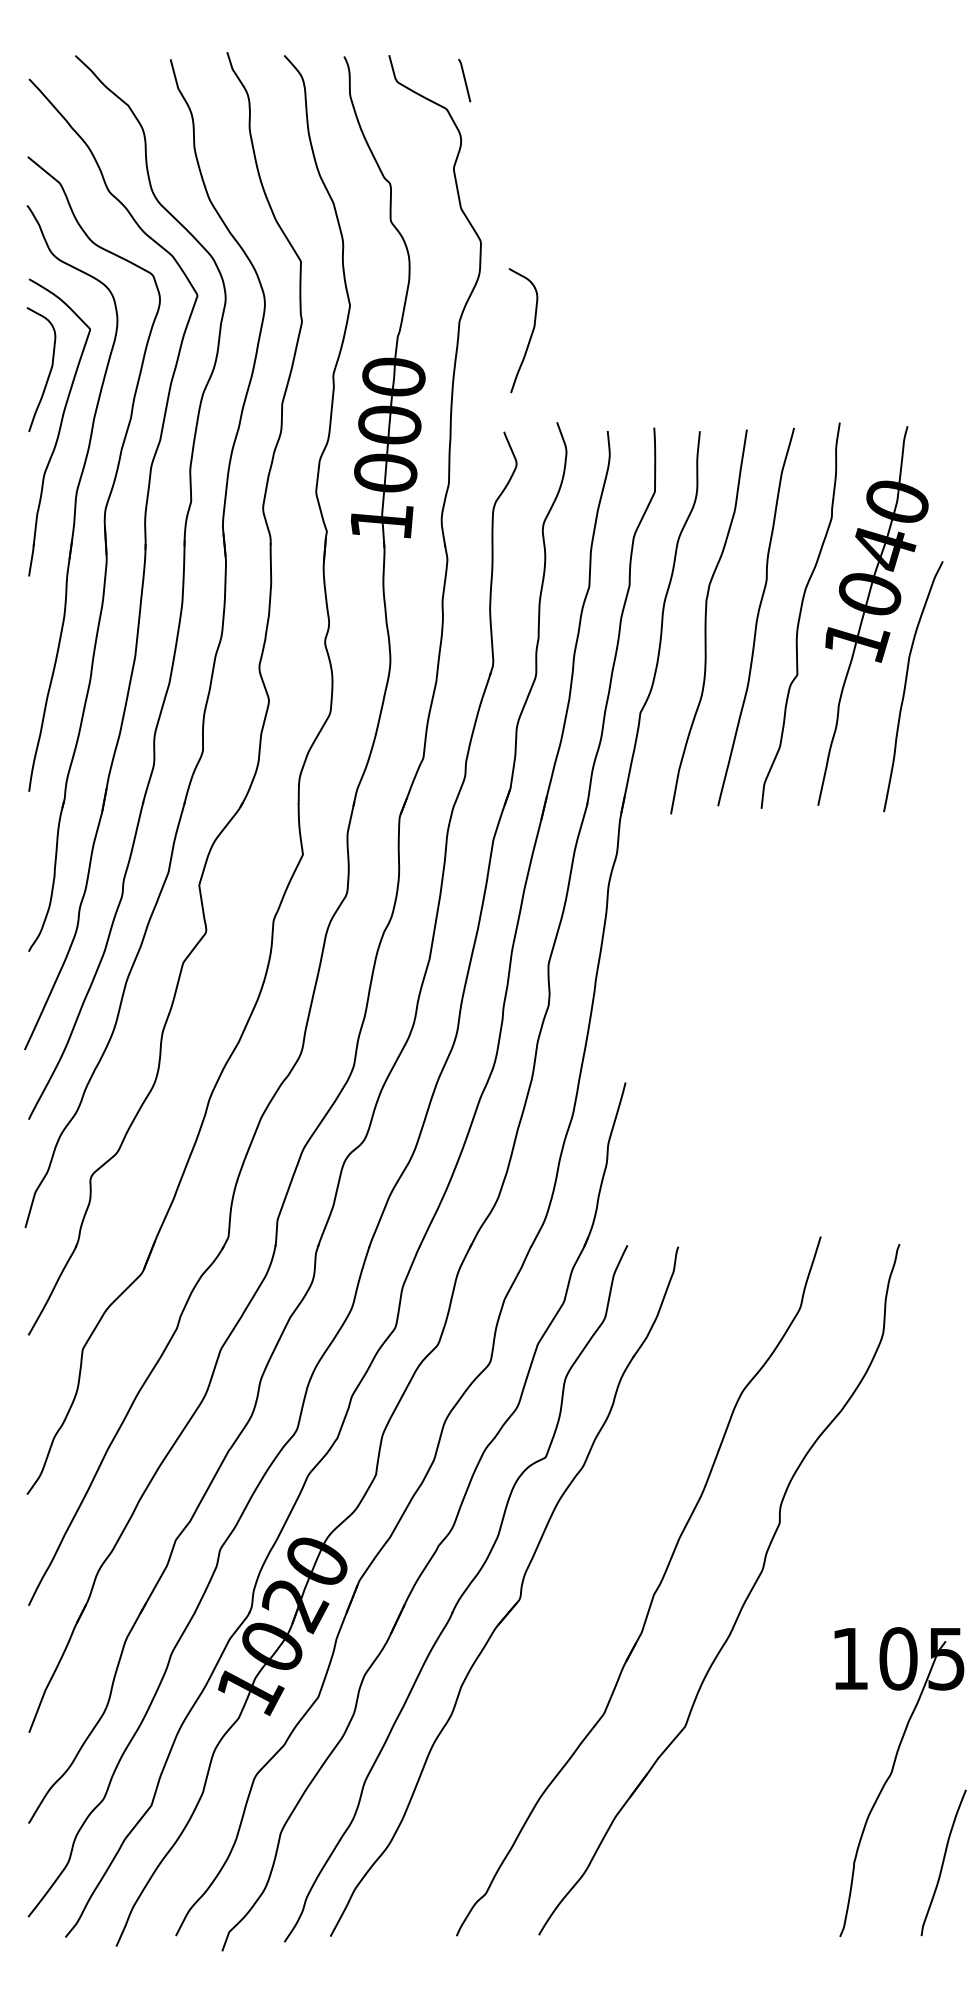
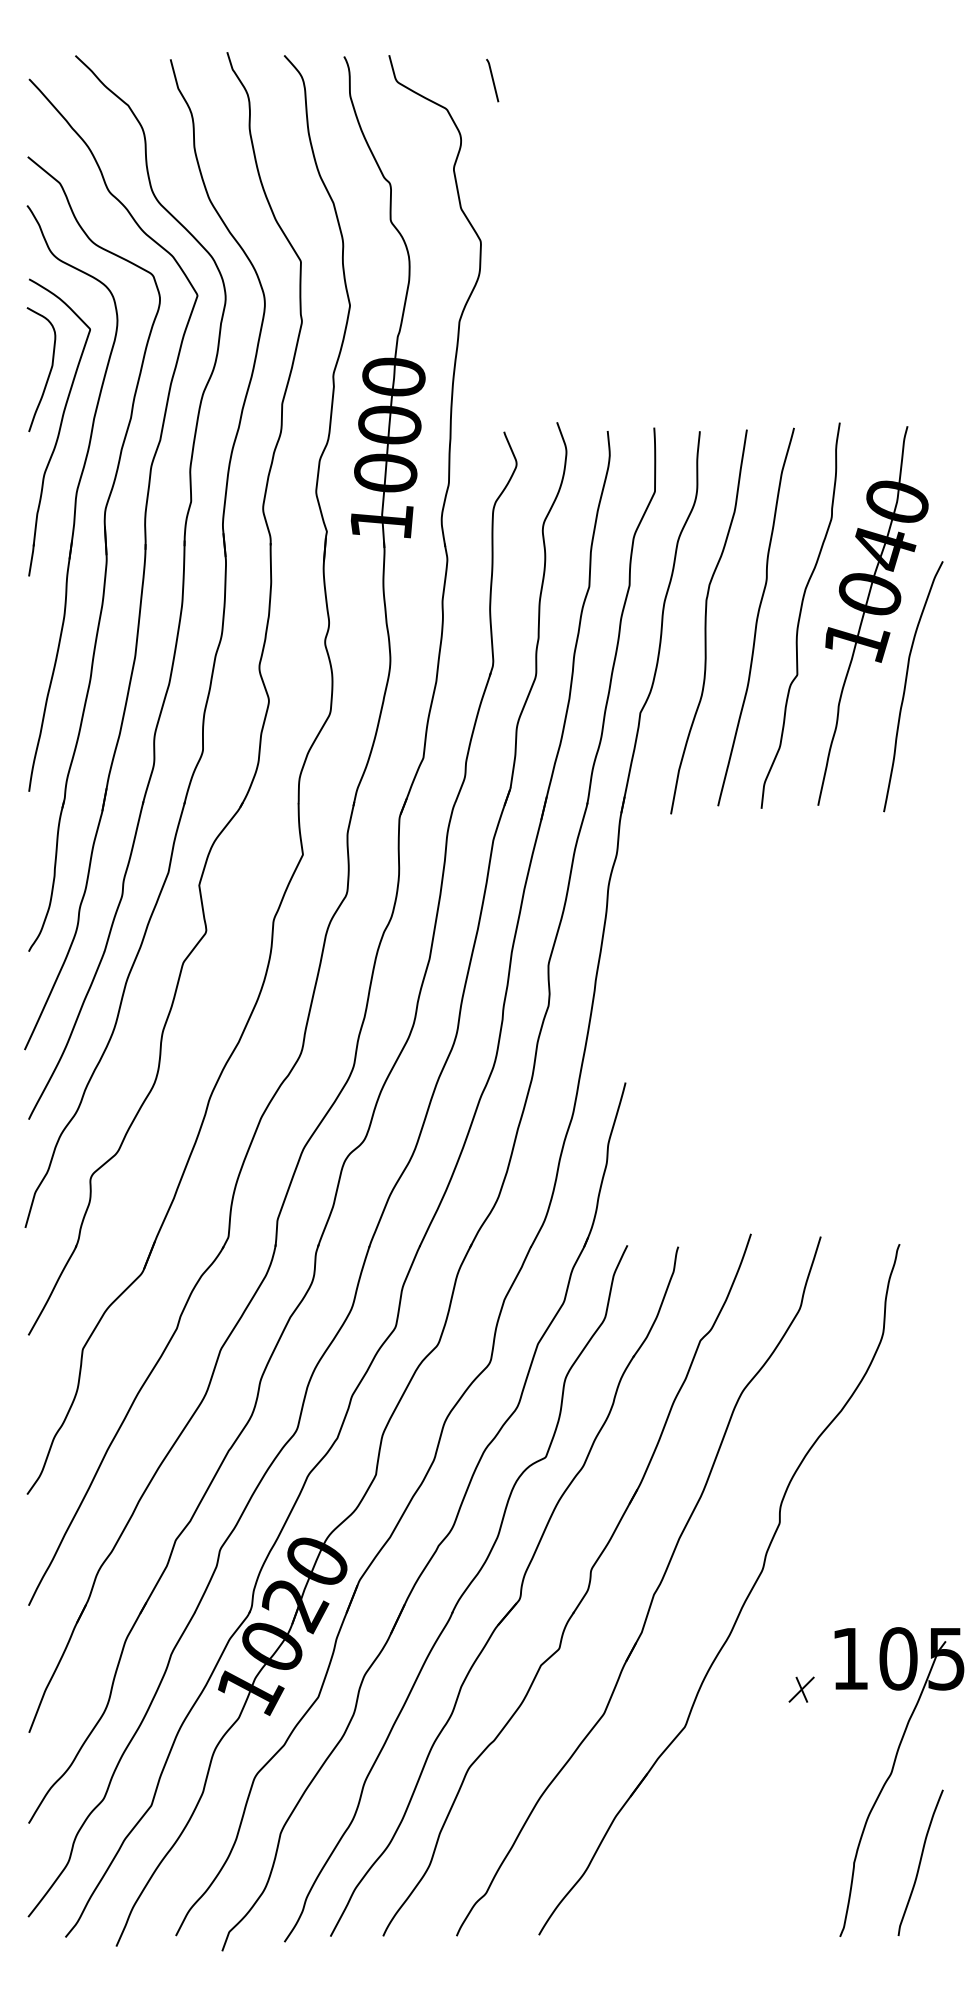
line at (464, 80) position: (464, 80) -> (492, 80)
curve at (531, 332): present -> none
part at (583, 1595): none -> present
part at (801, 1689): none -> present
curve at (943, 1862) position: (943, 1862) -> (920, 1862)
